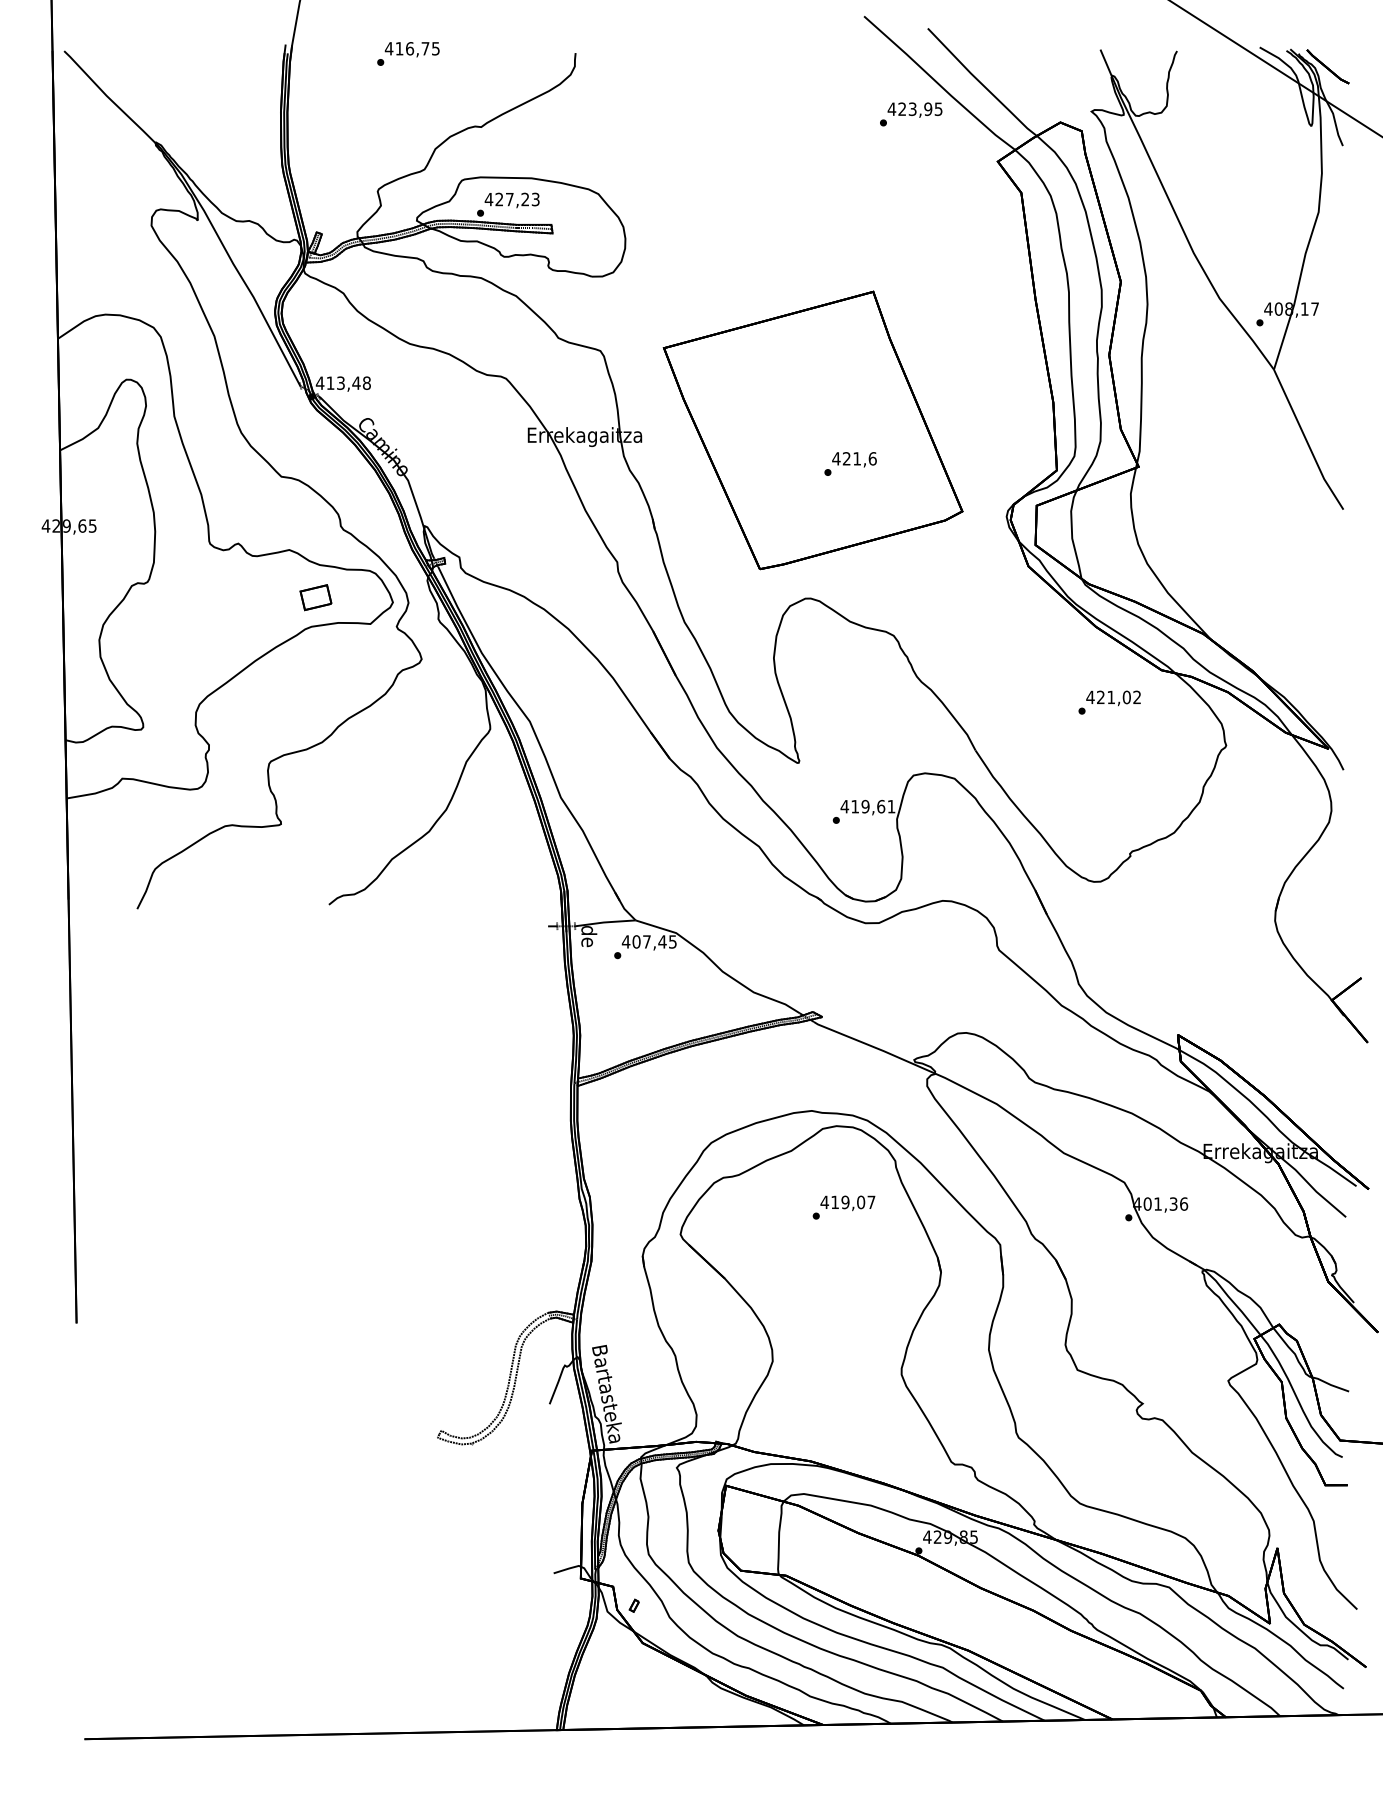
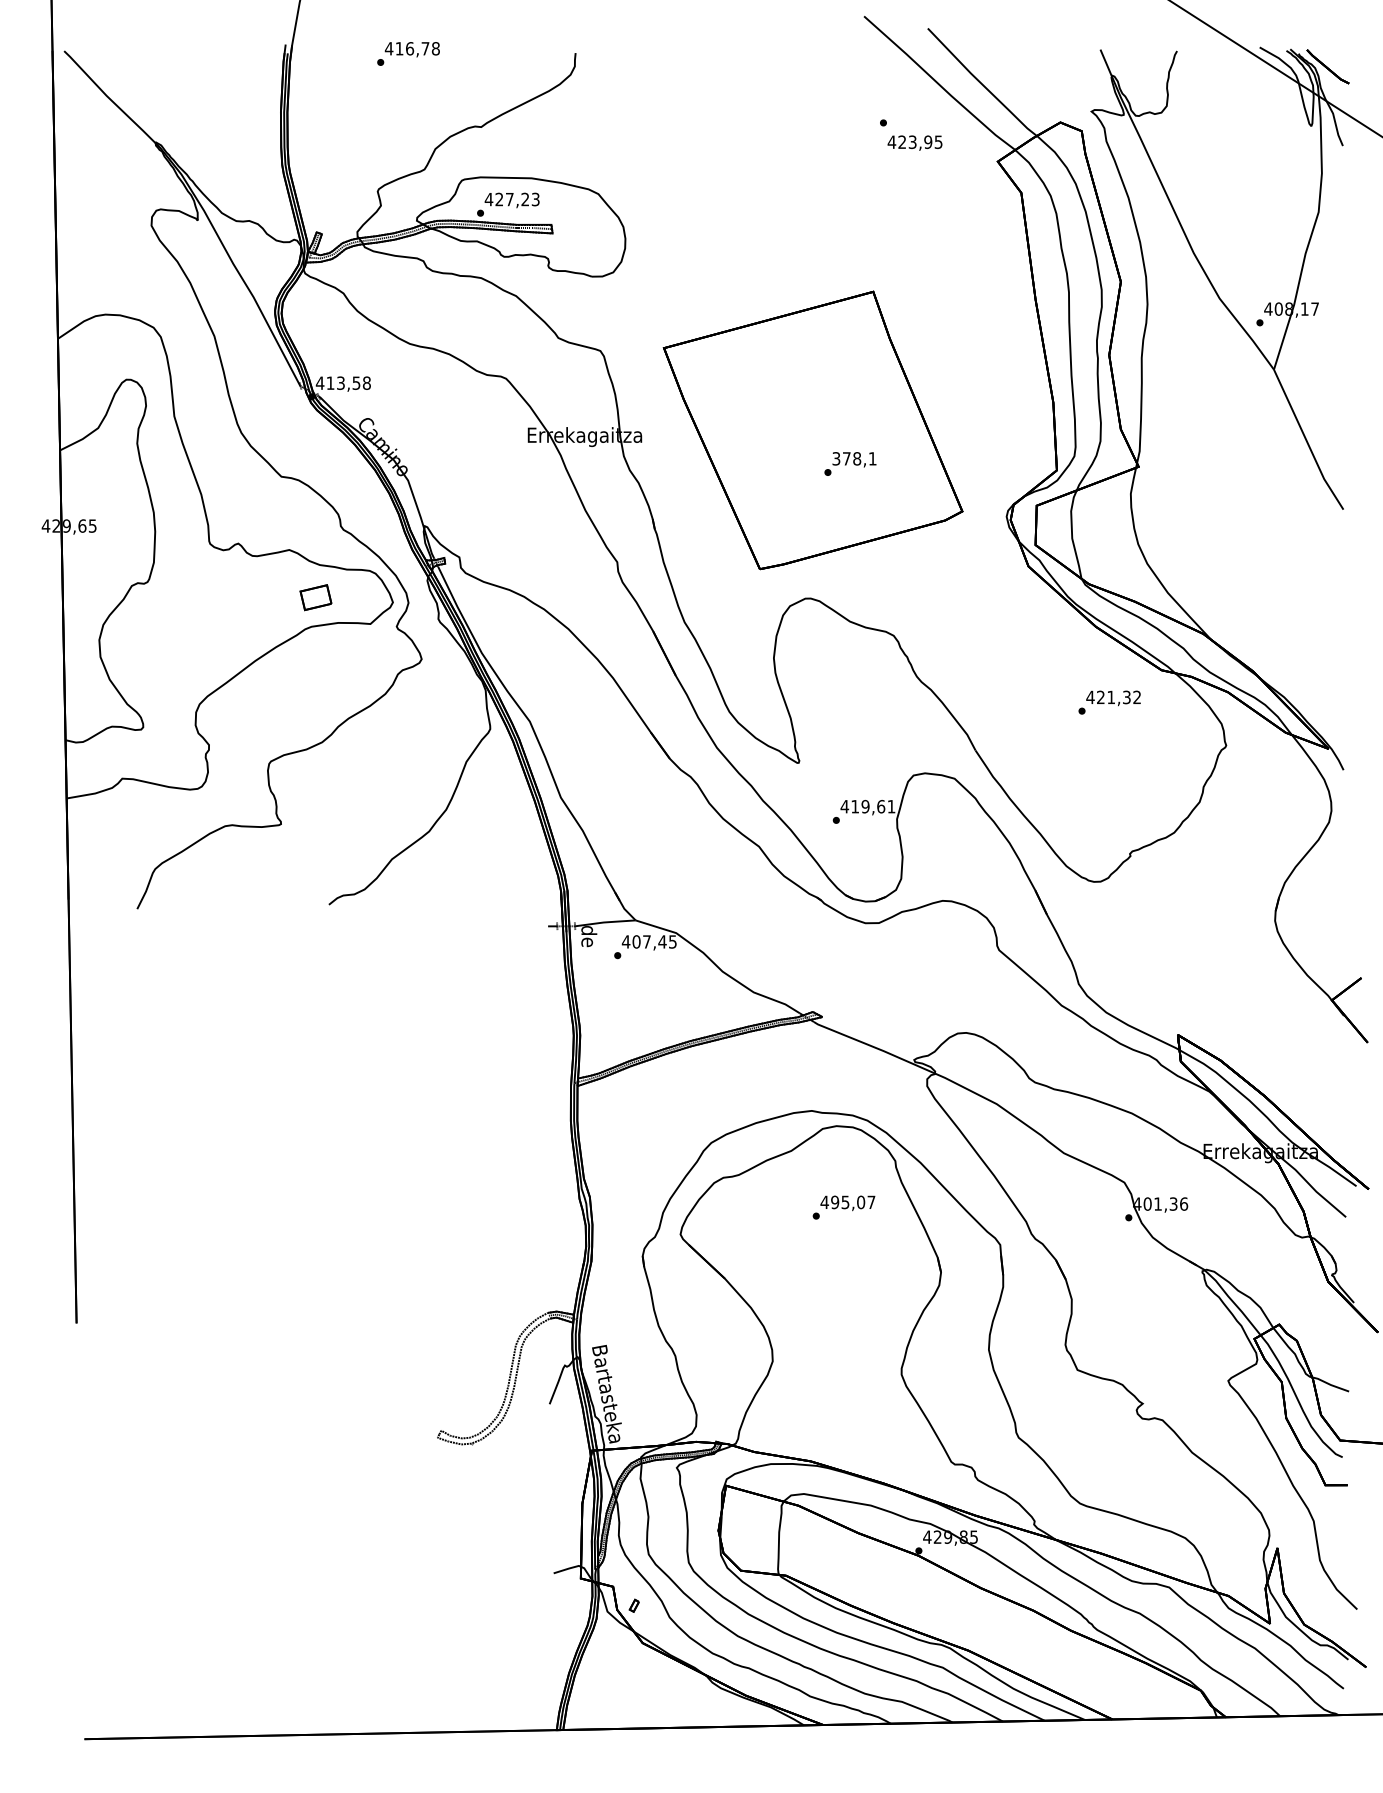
text at (435, 48): 416,75 -> 416,78
text at (914, 109) position: (914, 109) -> (914, 142)
text at (356, 382): 413,48 -> 413,58
text at (854, 458): 421,6 -> 378,1
text at (1126, 697): 421,02 -> 421,32
text at (840, 1202): 419,07 -> 495,07
